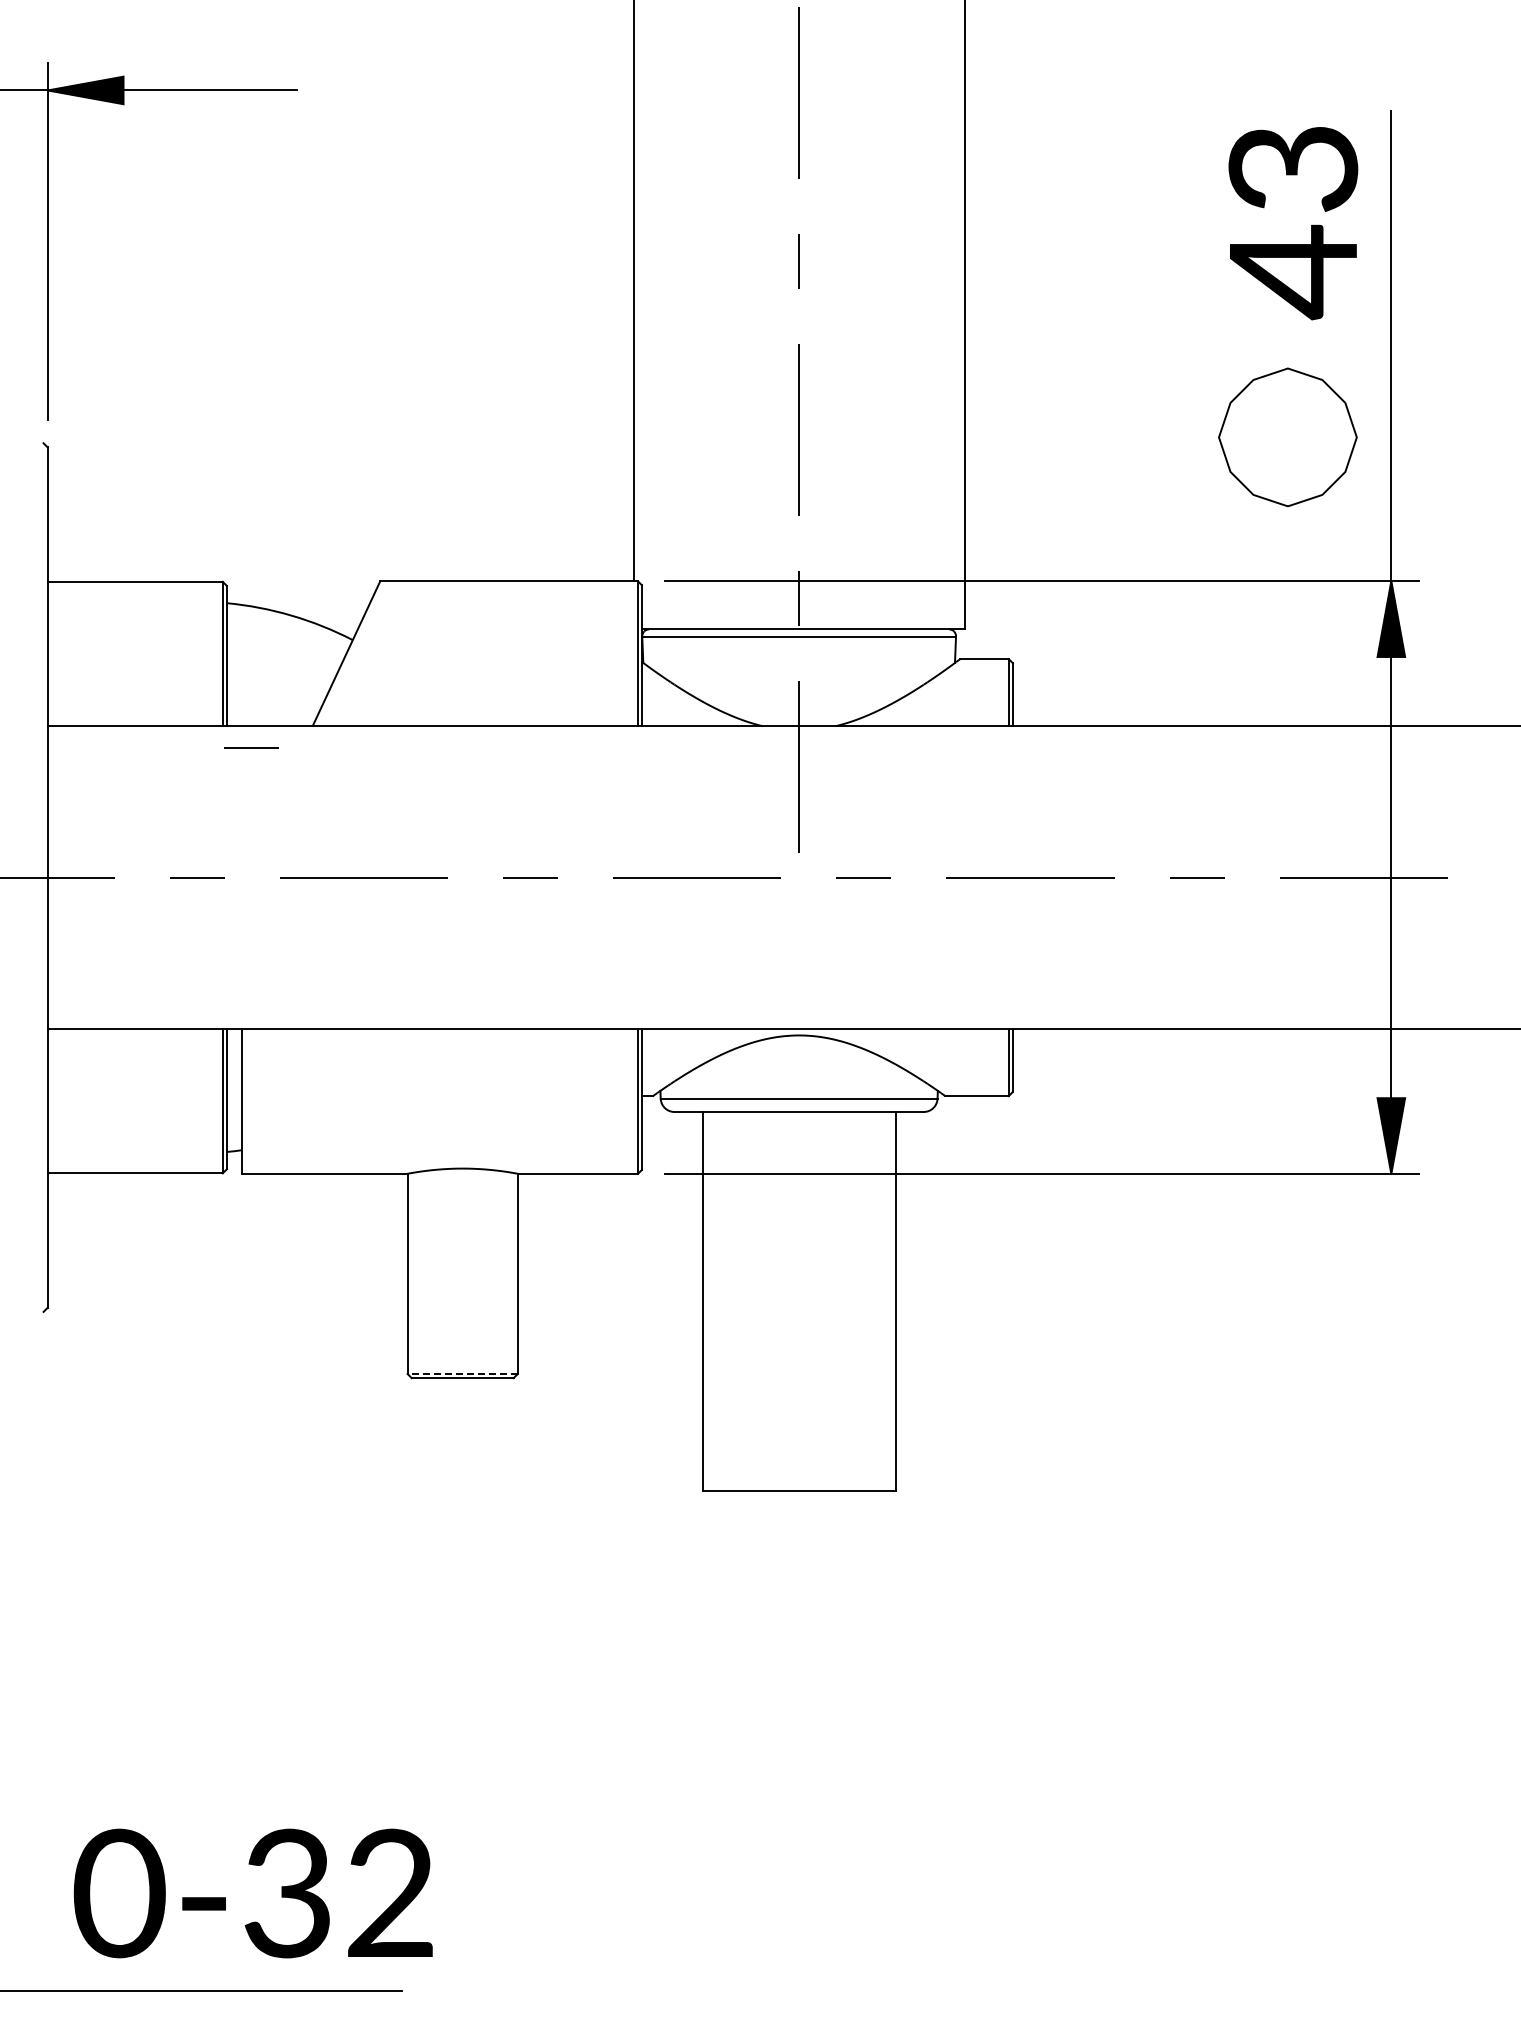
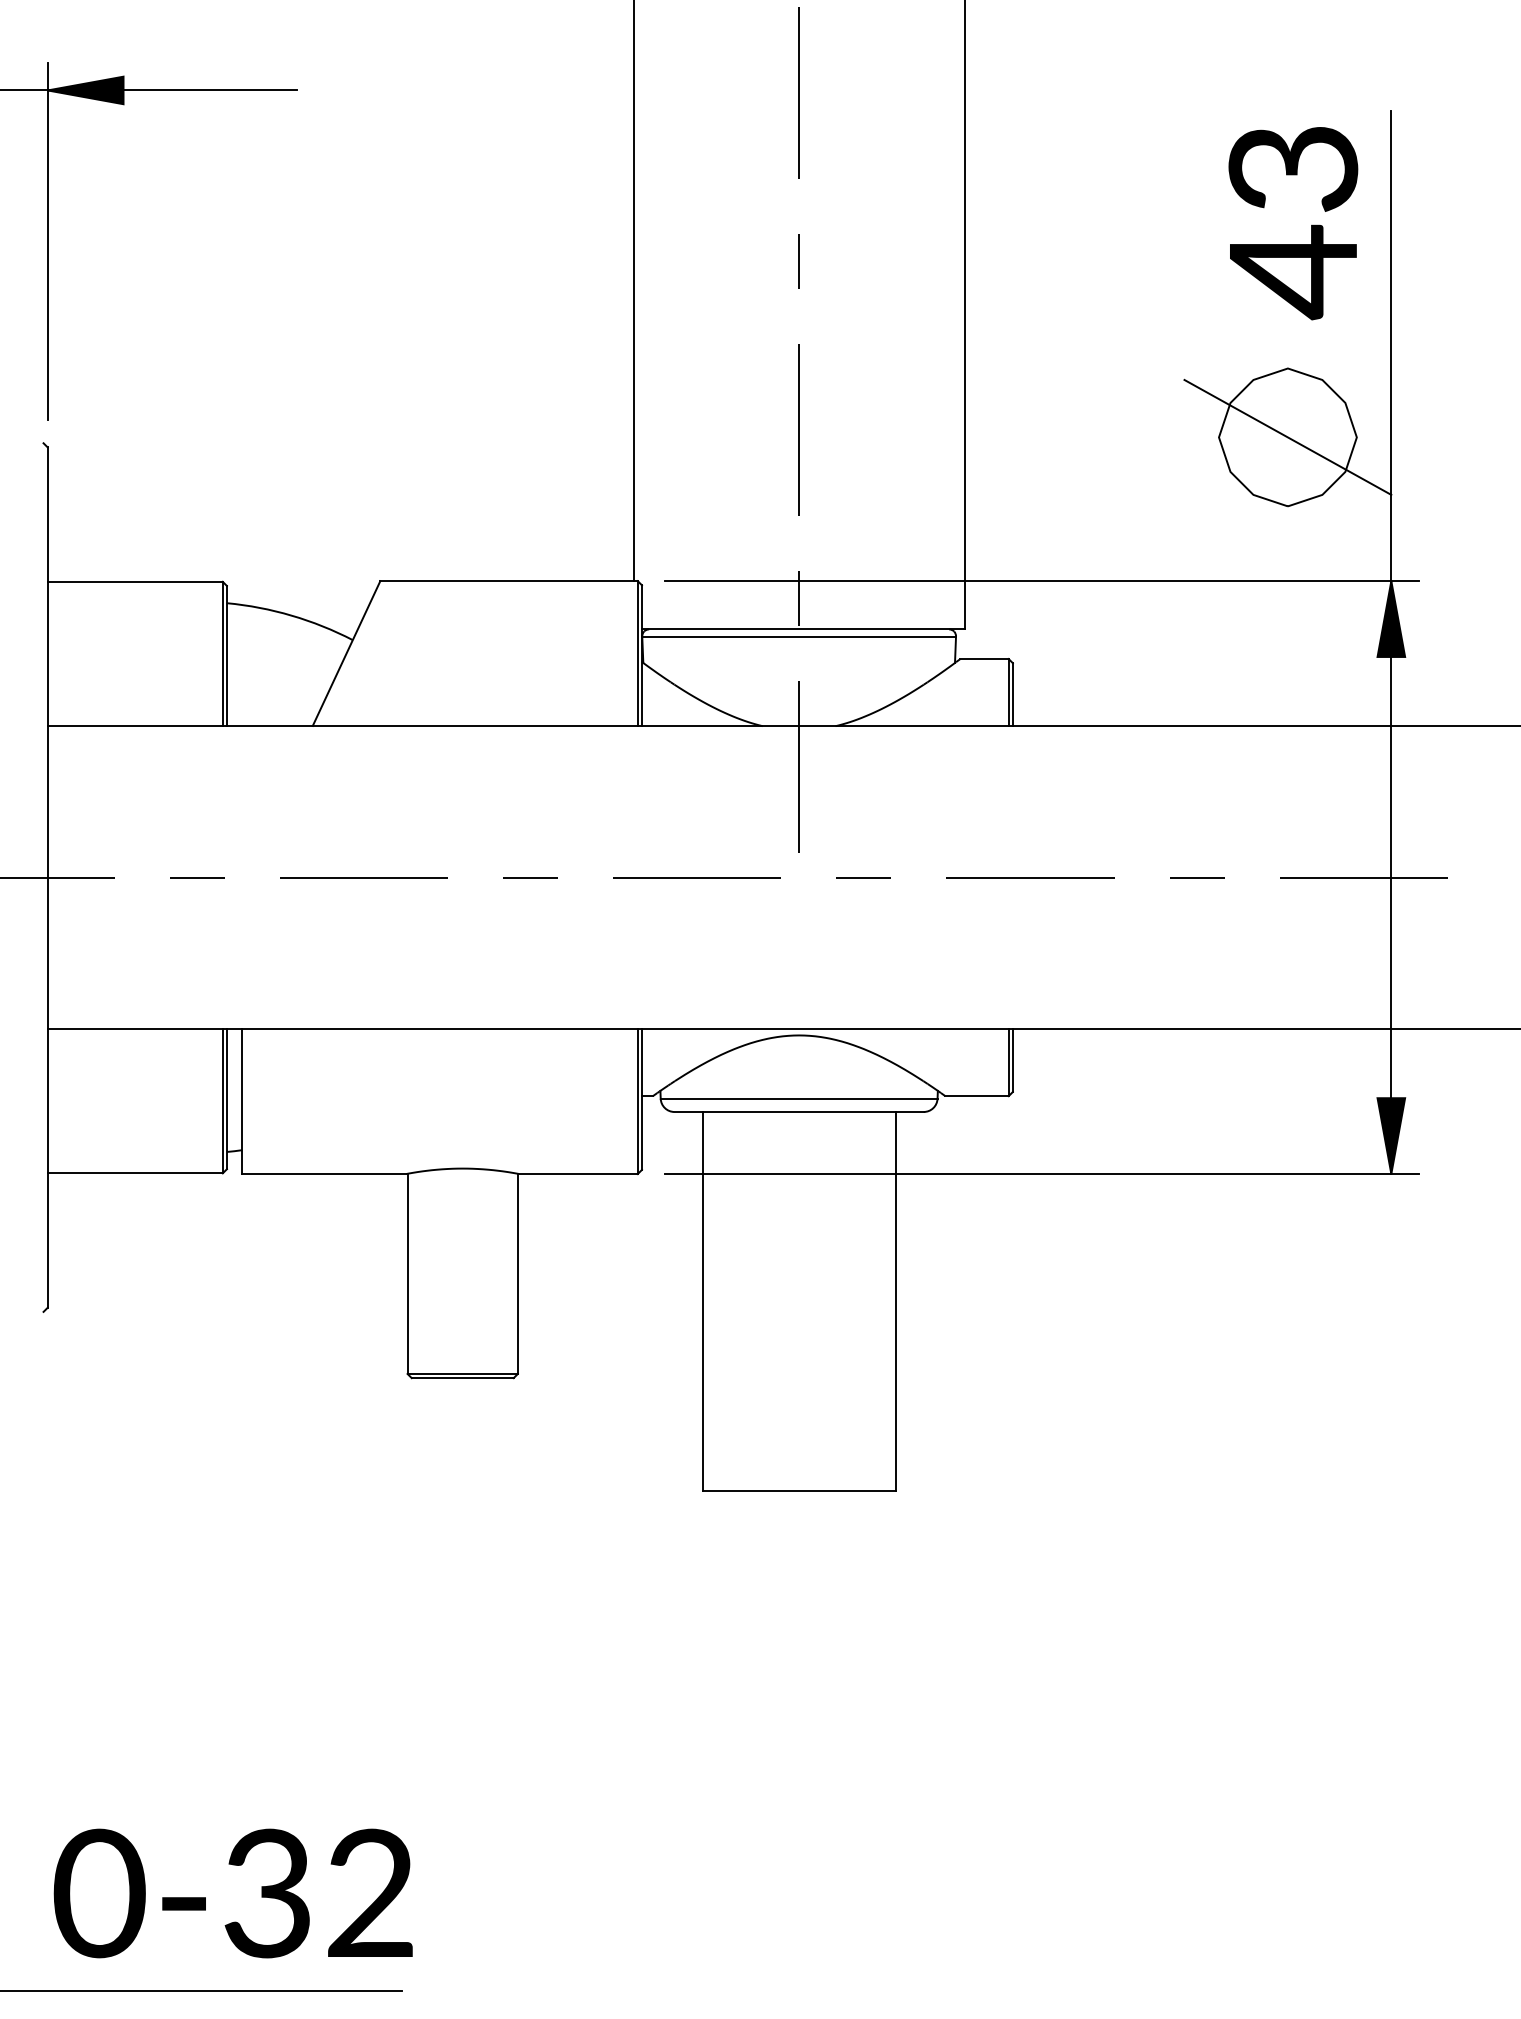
line at (1287, 436): none -> present
line at (251, 747): present -> none
line at (462, 1373): dashed -> solid
text at (252, 1893) position: (252, 1893) -> (232, 1893)
